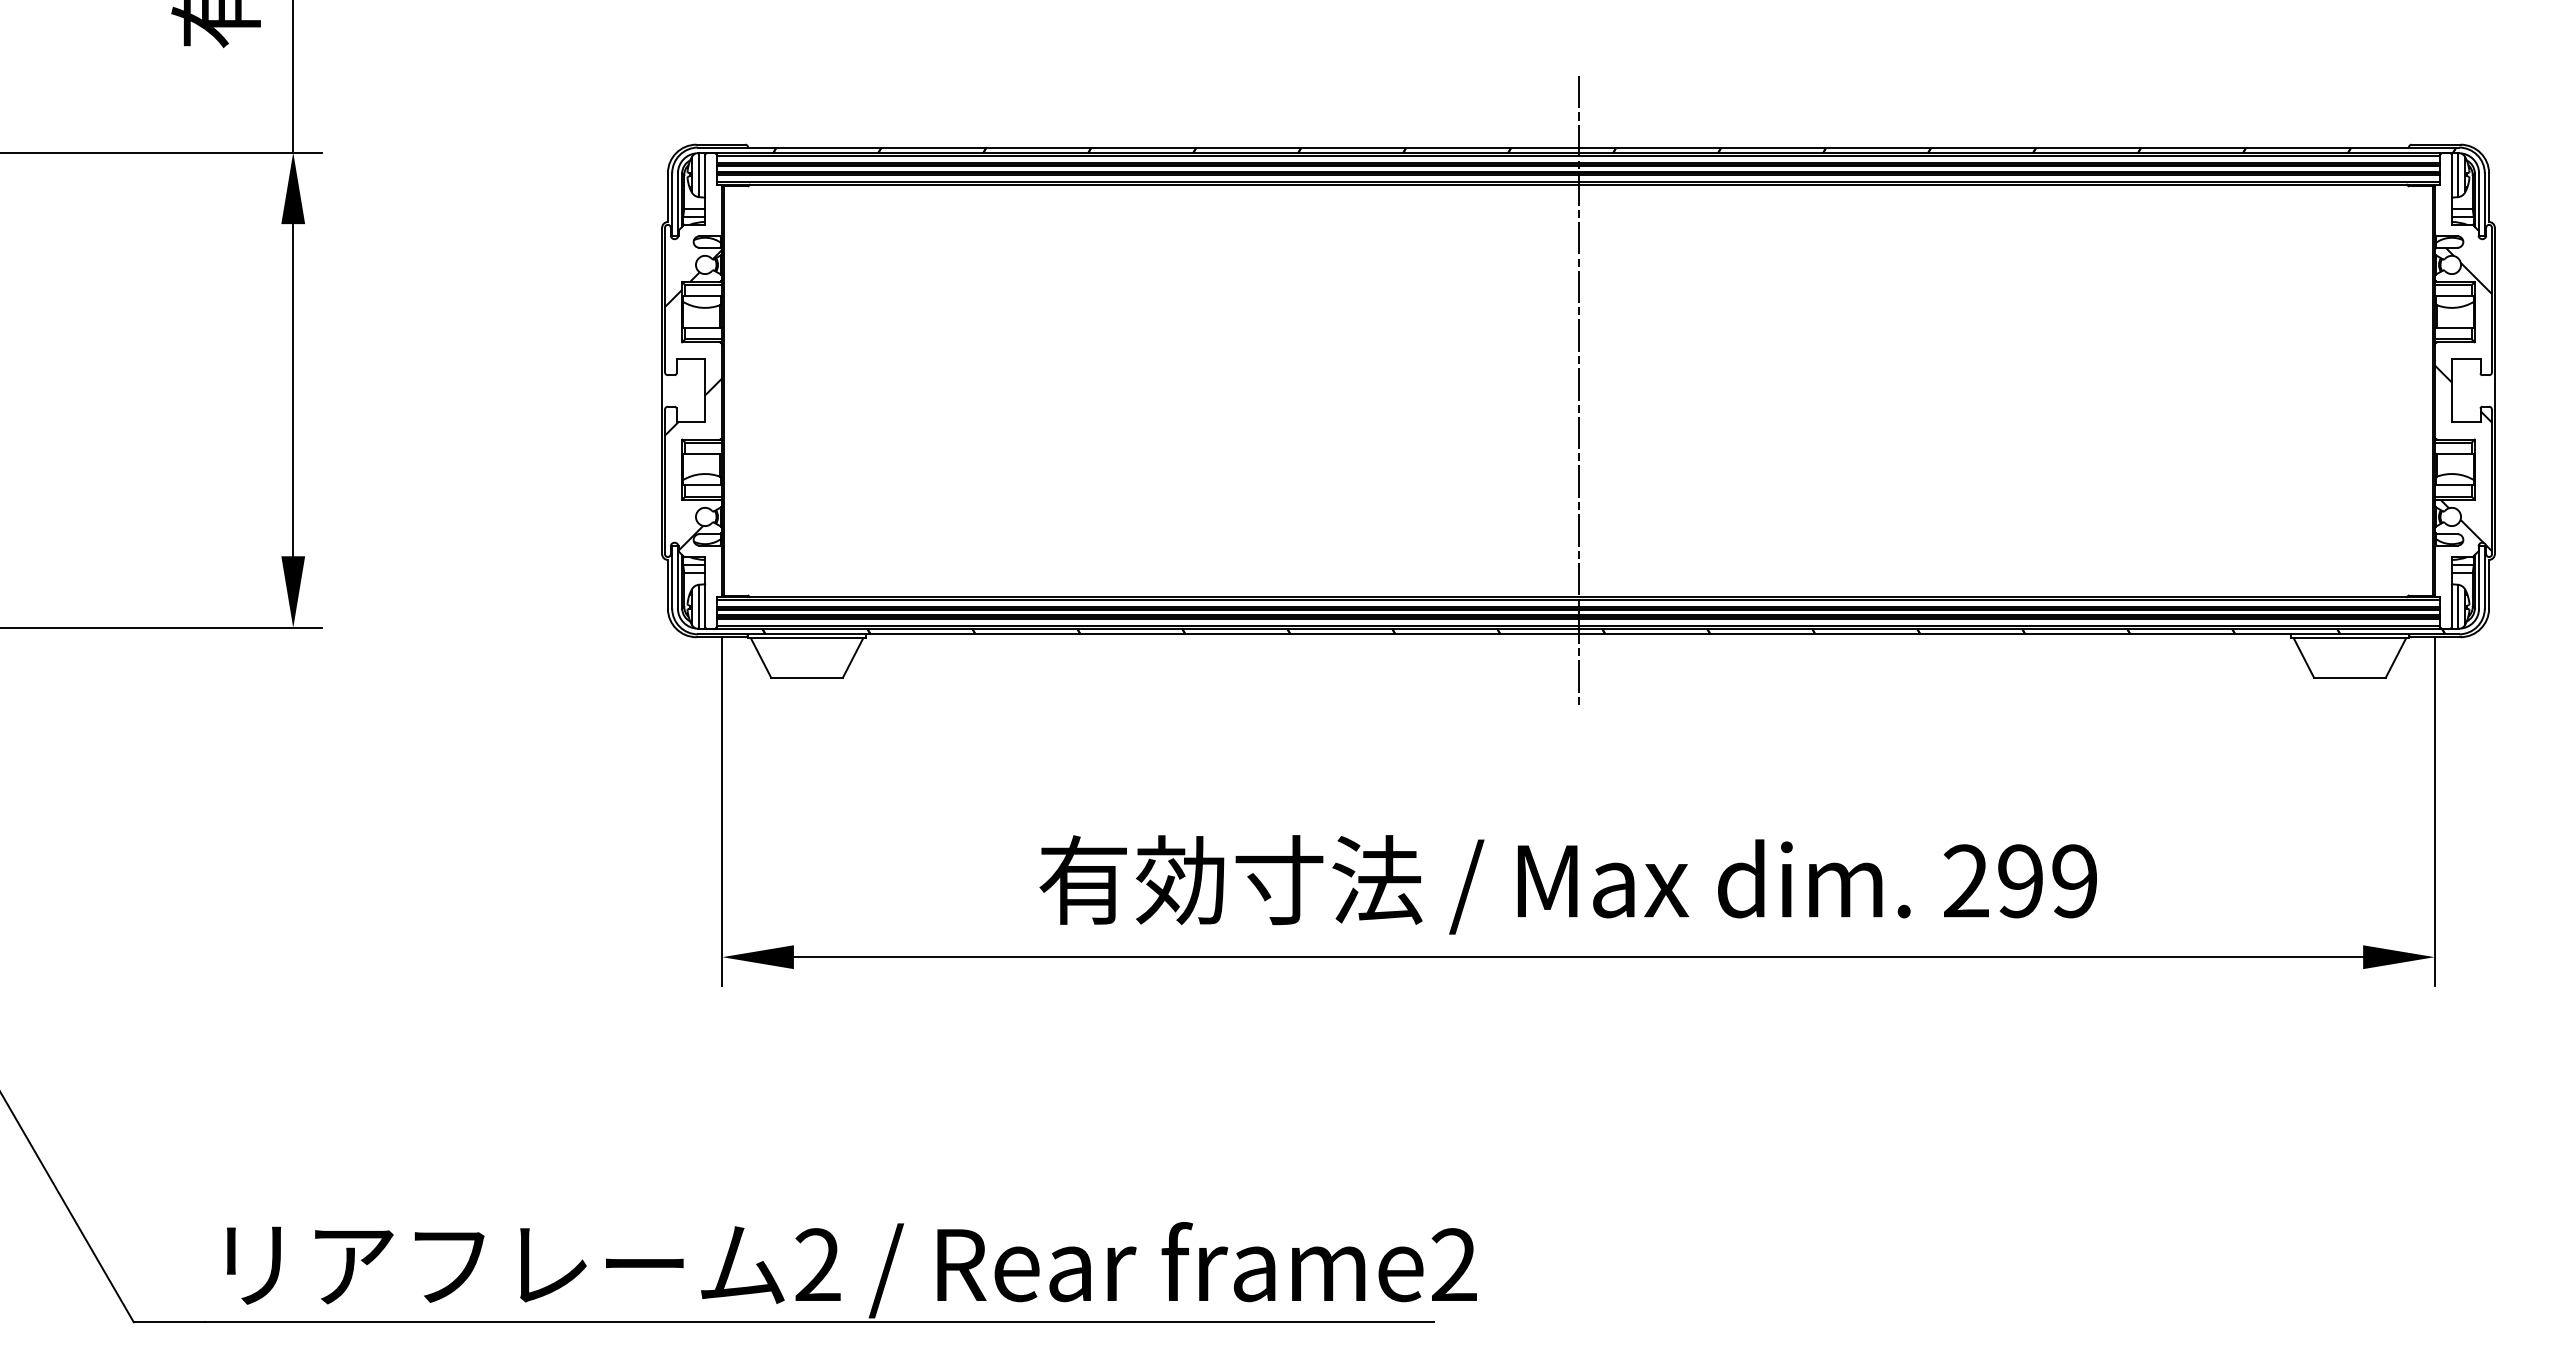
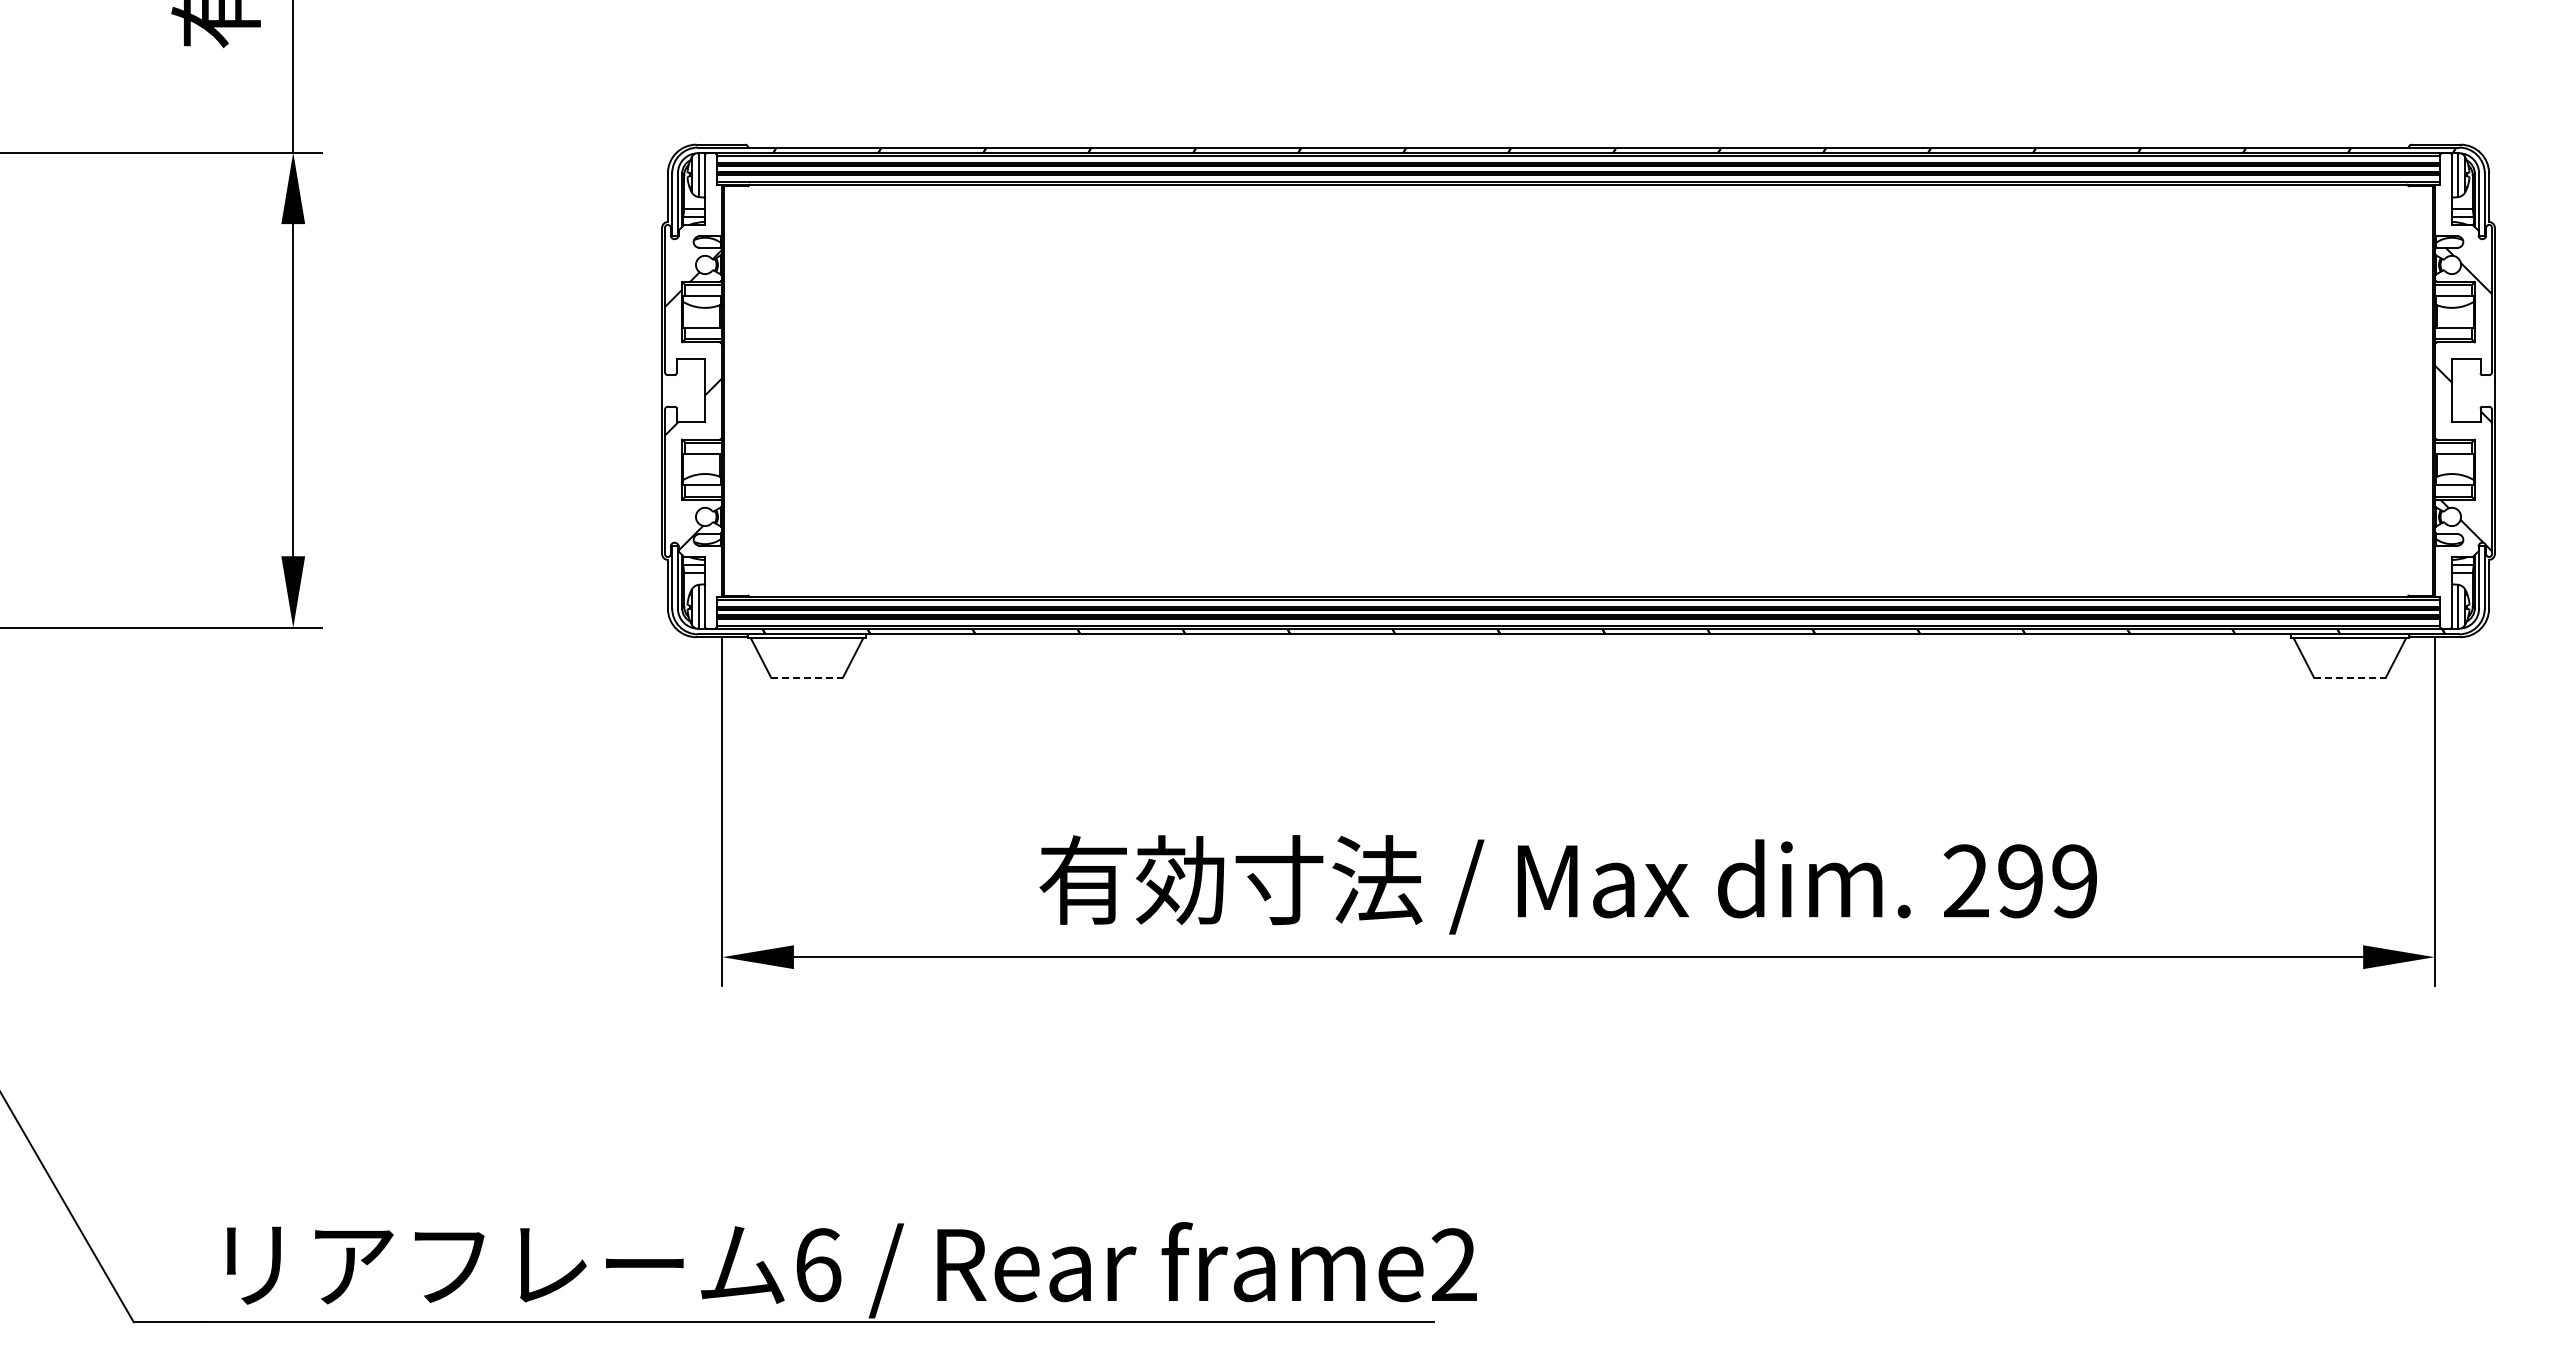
line at (1578, 390): present -> none
line at (807, 677): solid -> dashed
line at (2349, 677): solid -> dashed
text at (818, 1265): 2 -> 6
